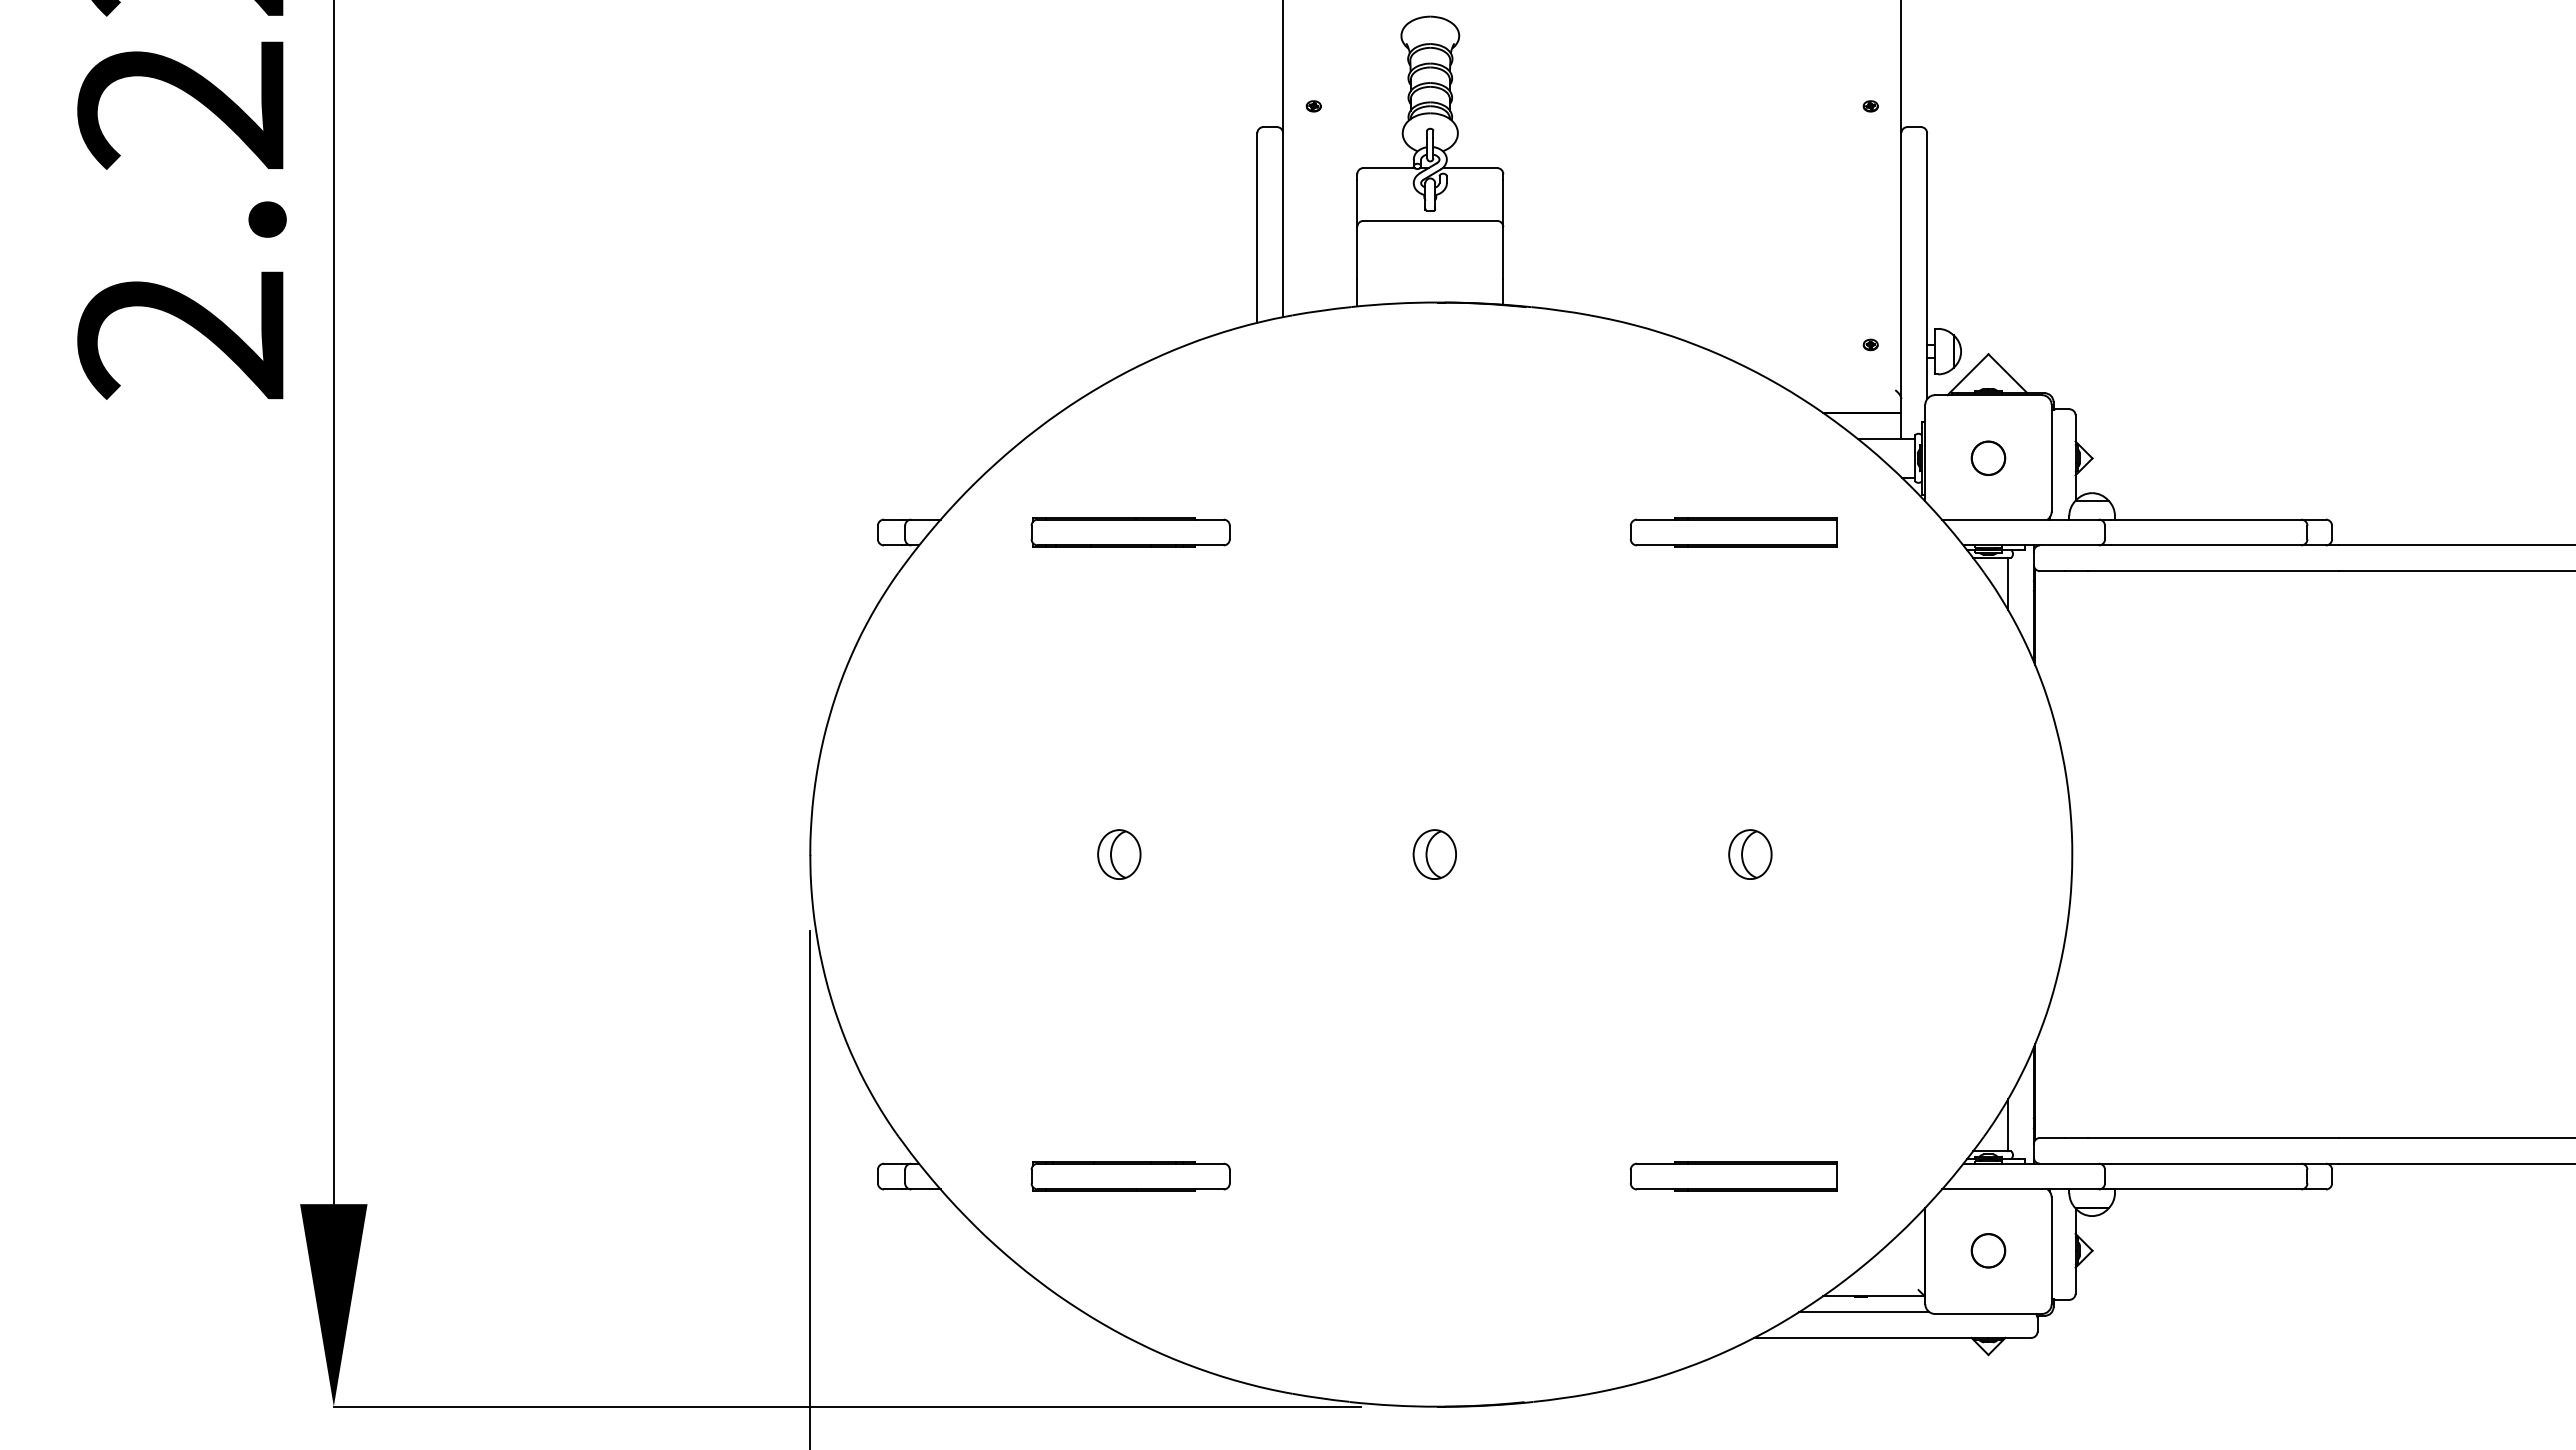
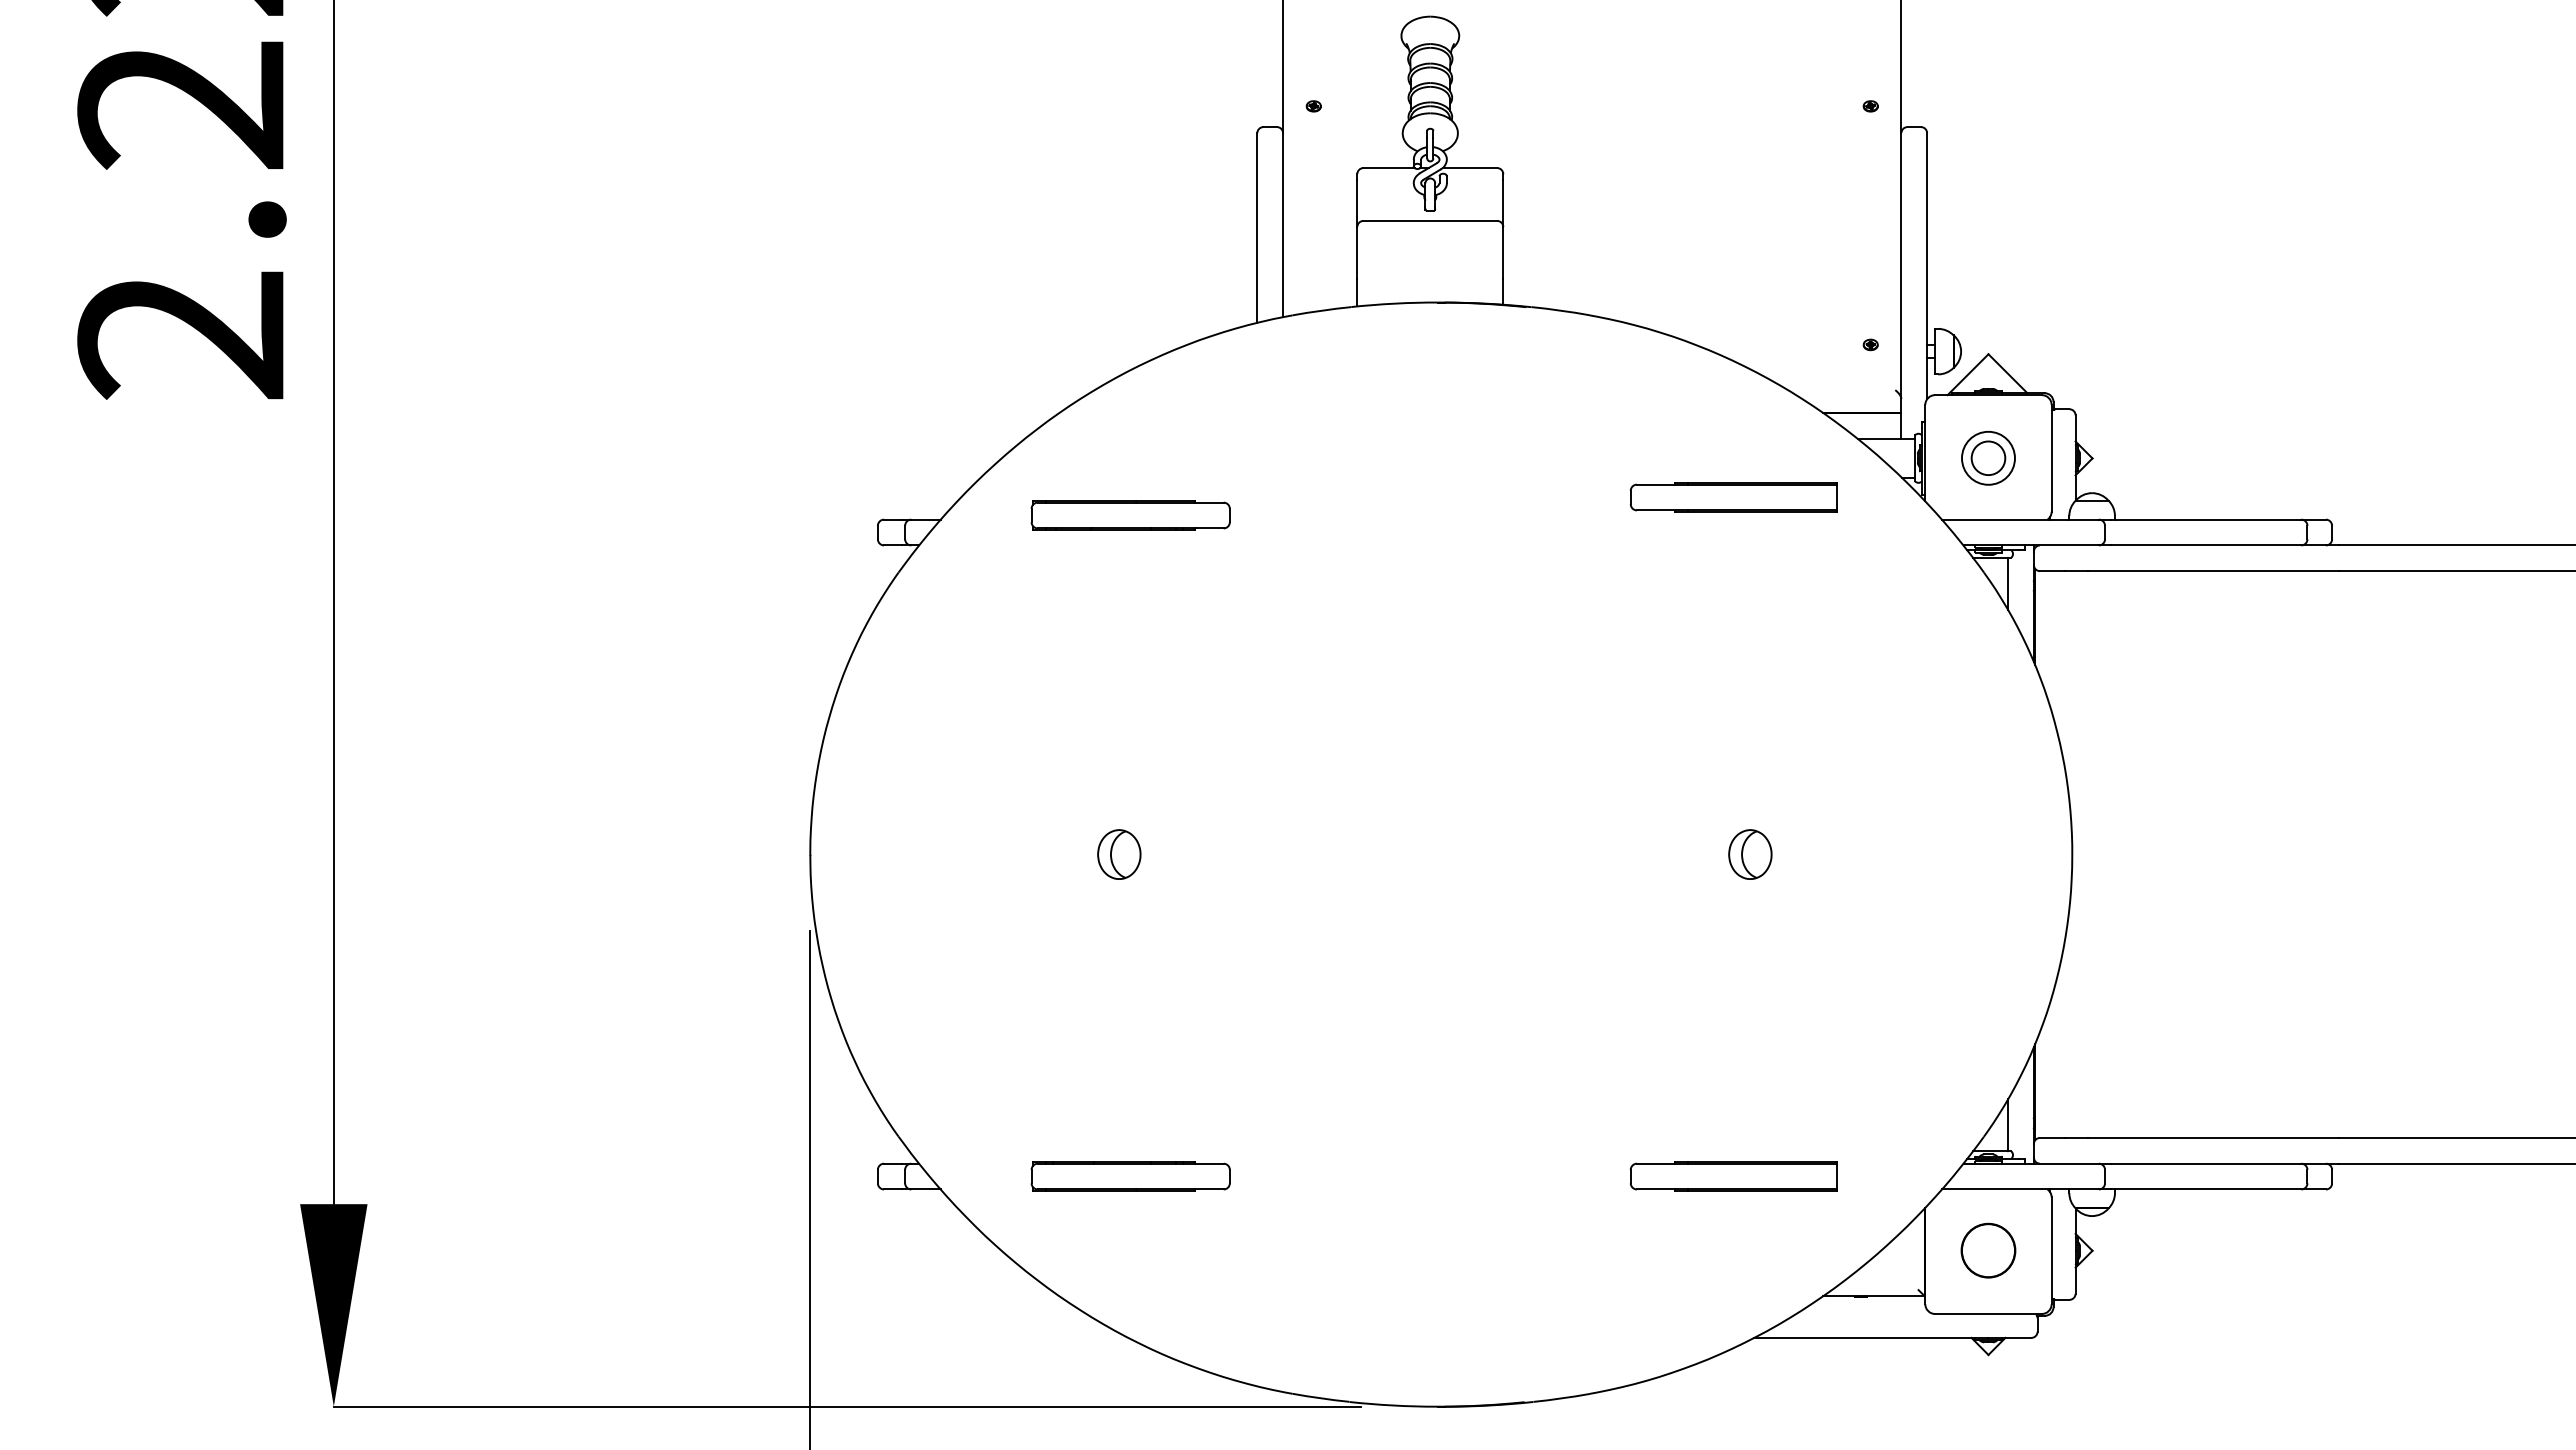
circle at (1988, 457) diameter: 33 px -> 53 px
part at (1130, 532) position: (1130, 532) -> (1130, 515)
part at (1733, 532) position: (1733, 532) -> (1733, 497)
part at (1434, 854): present -> none
part at (1988, 1250) size: 37x36 px -> 57x57 px
line at (1864, 1312): present -> none
